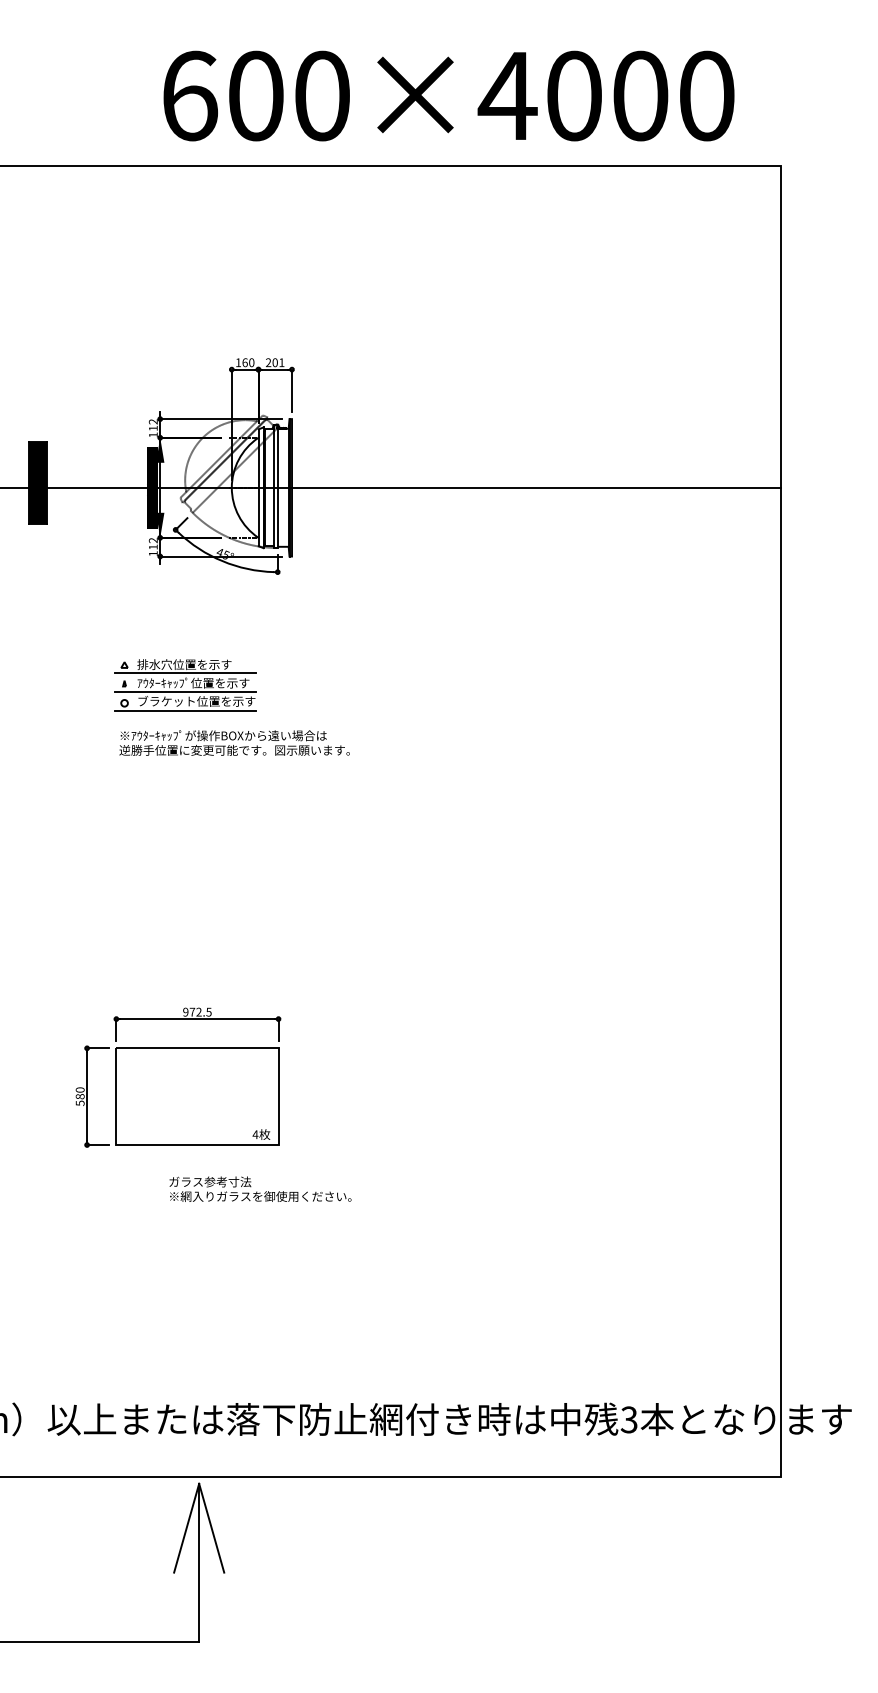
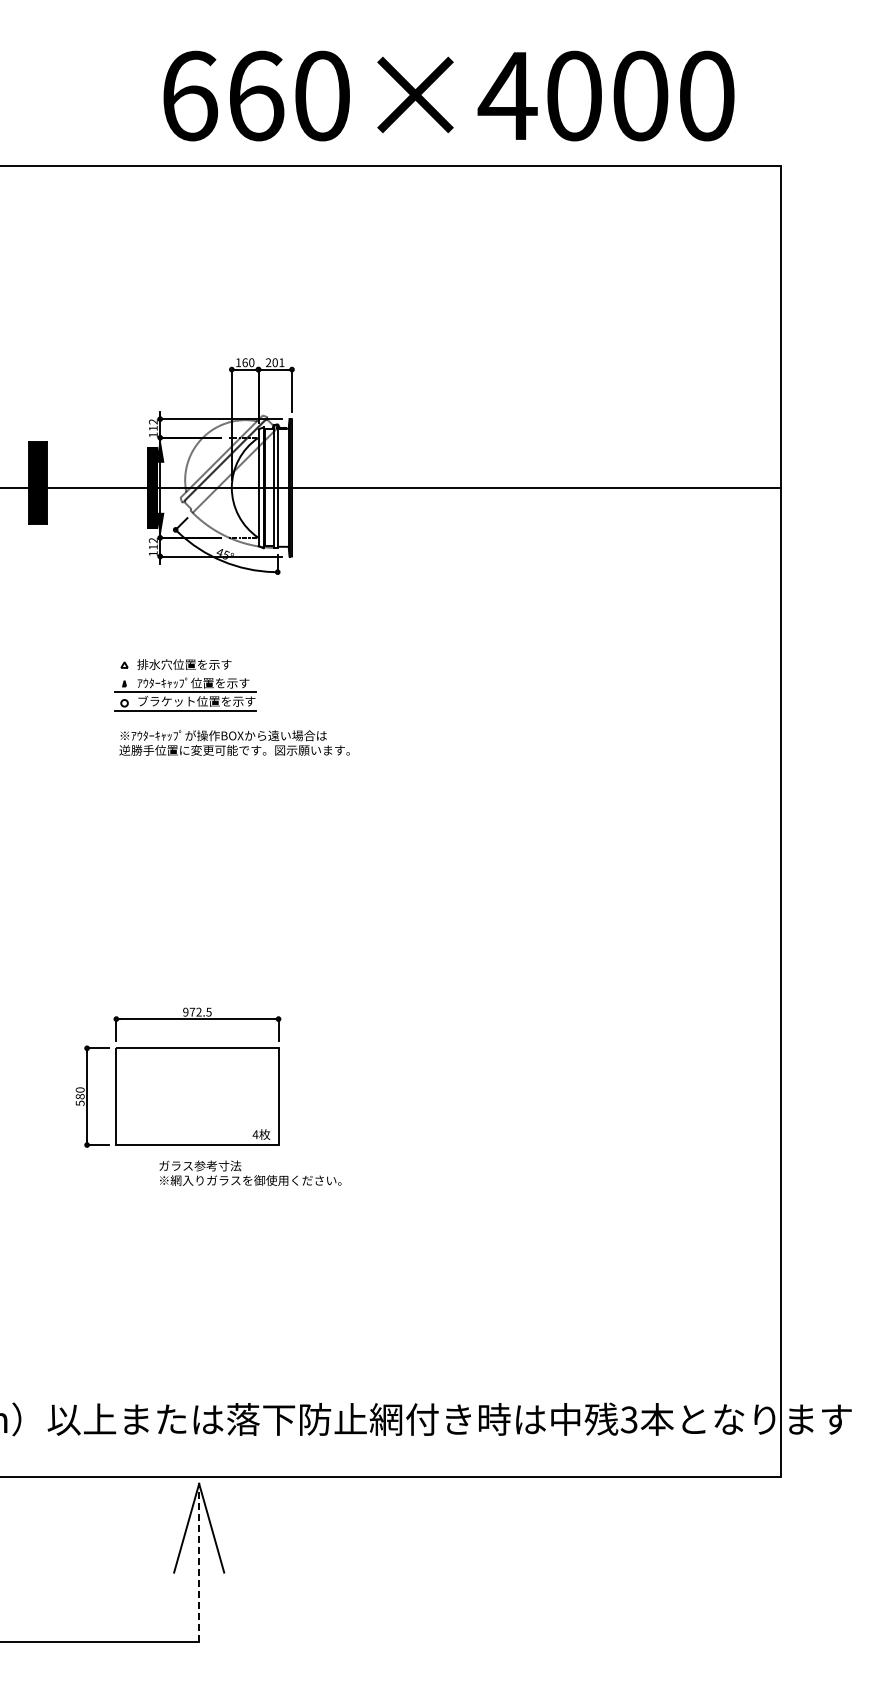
text at (256, 95): 600×4000 -> 660×4000
line at (185, 672): present -> none
text at (260, 1188) position: (260, 1188) -> (250, 1172)
line at (199, 1562): solid -> dashed
